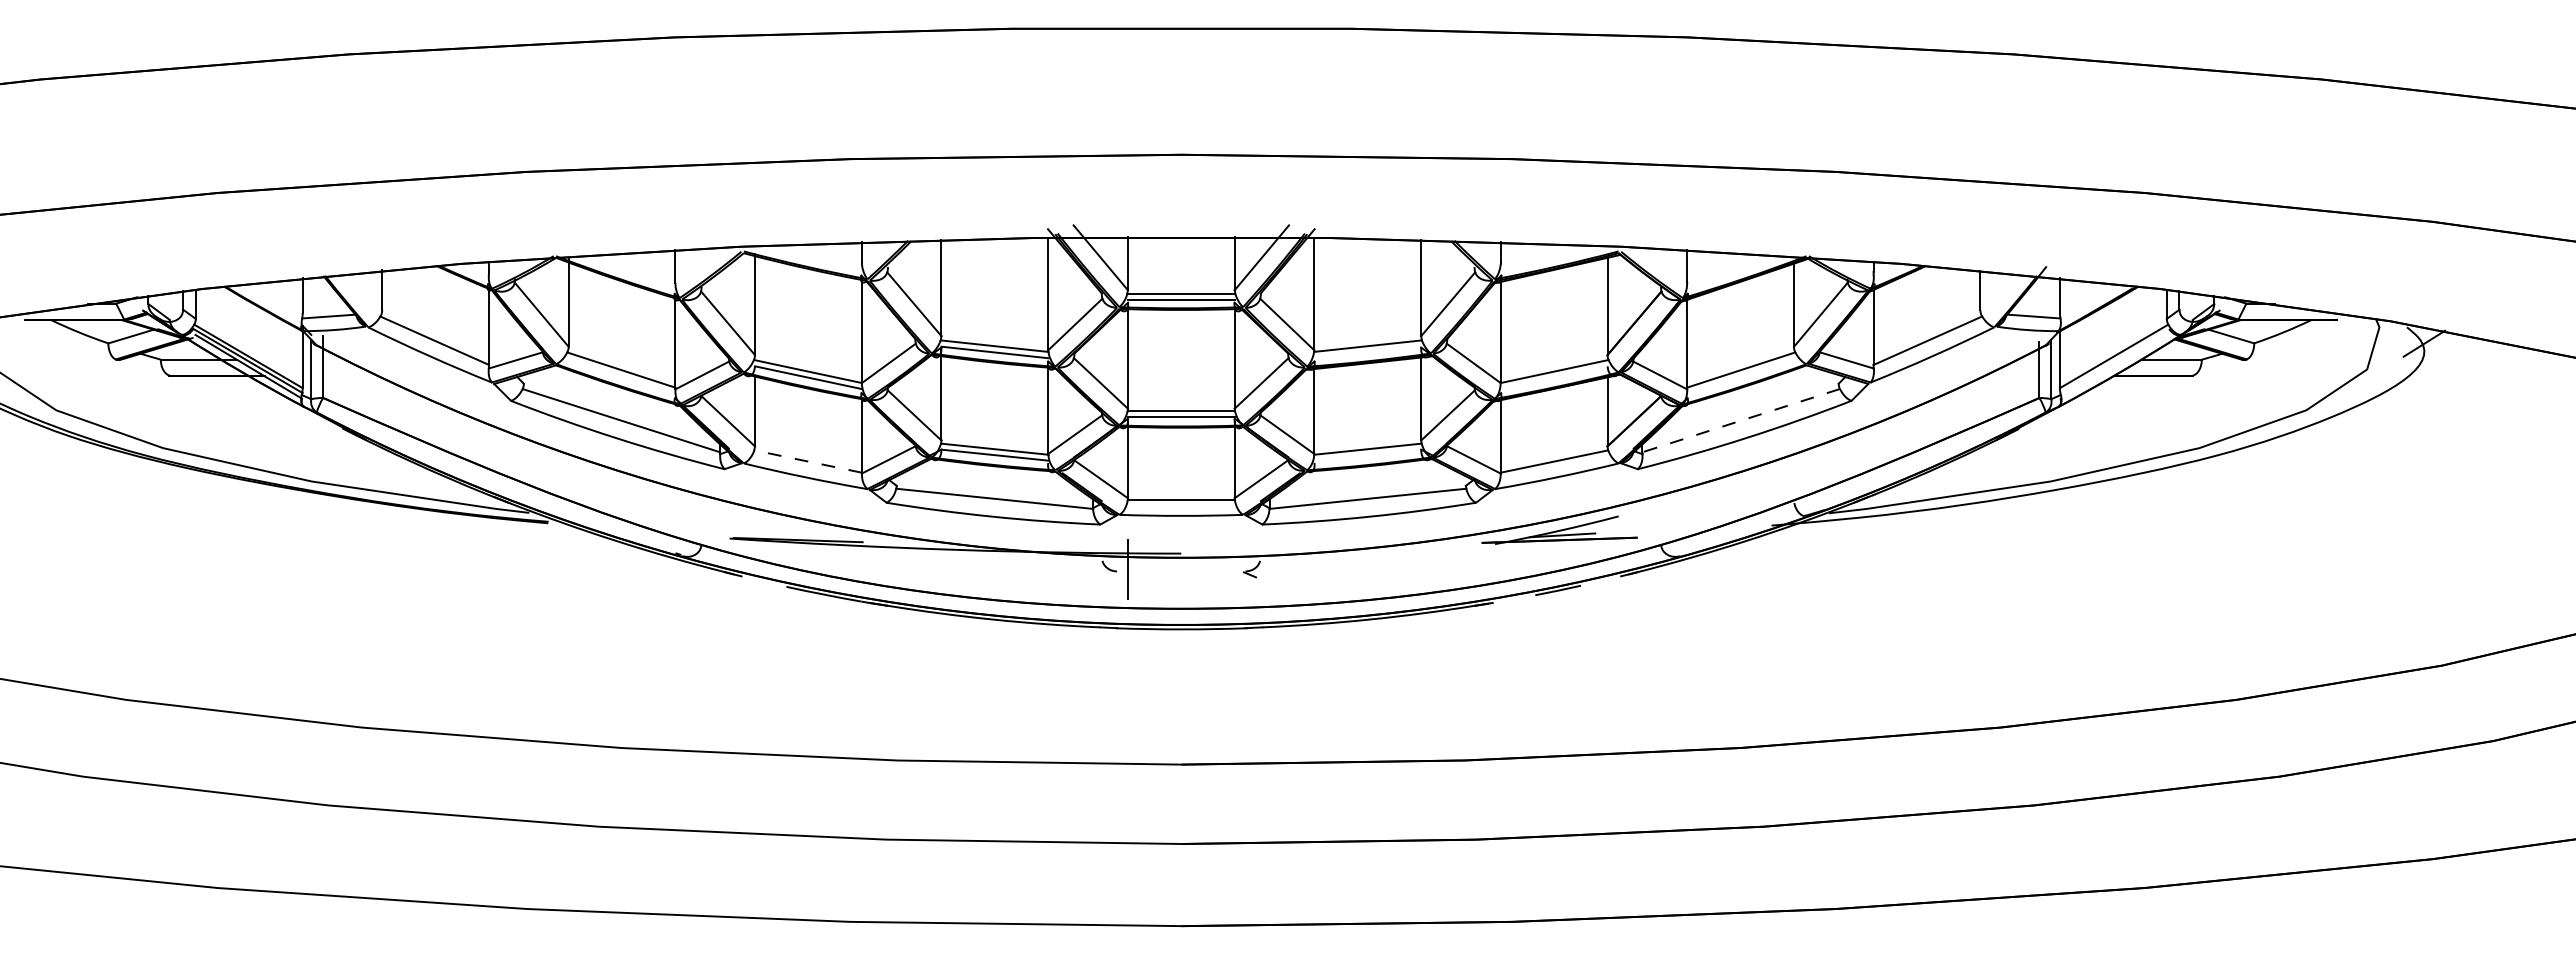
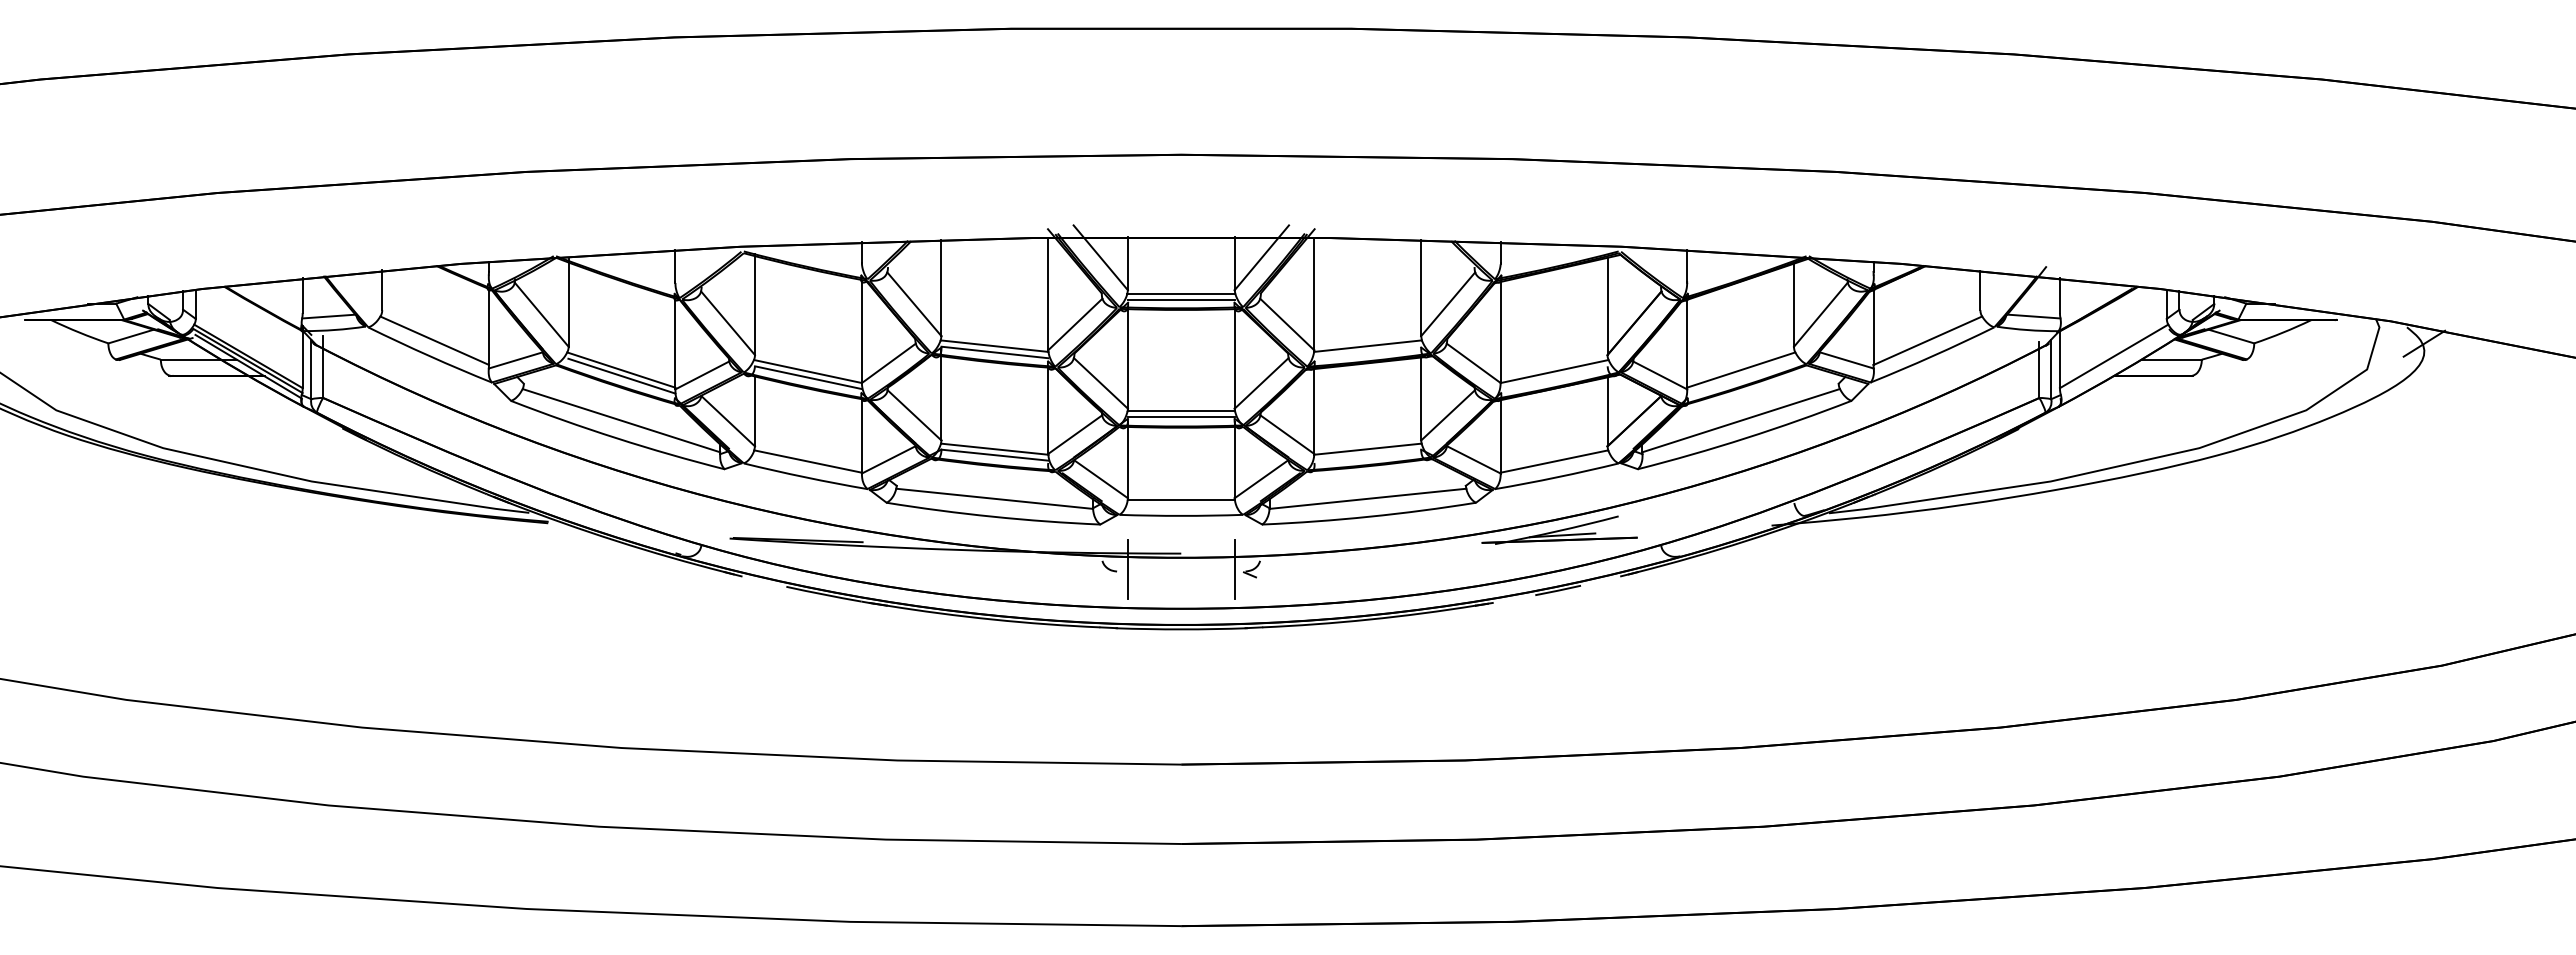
line at (621, 375): none -> present
line at (1741, 420): dashed -> solid
line at (808, 461): dashed -> solid
line at (1234, 569): none -> present
